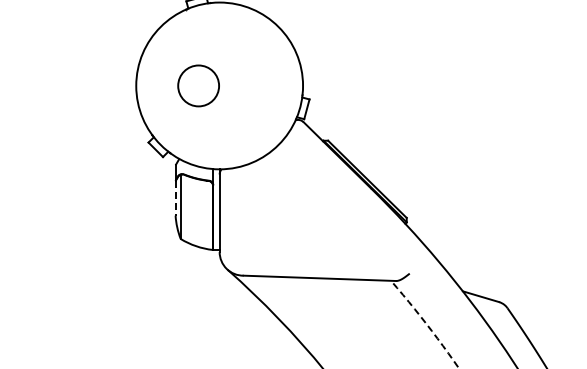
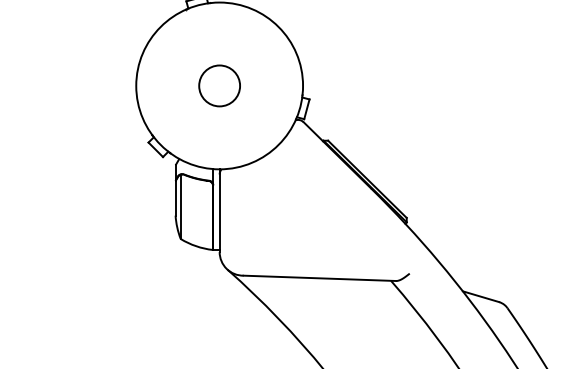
circle at (198, 85) position: (198, 85) -> (219, 85)
line at (175, 198): dashed -> solid
arc at (426, 323): dashed -> solid
